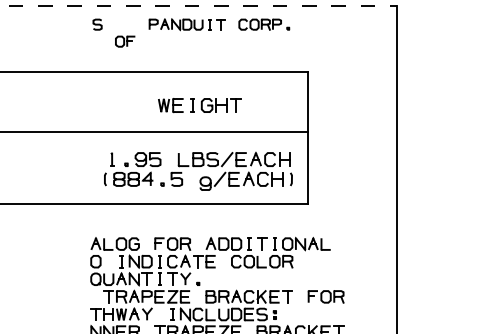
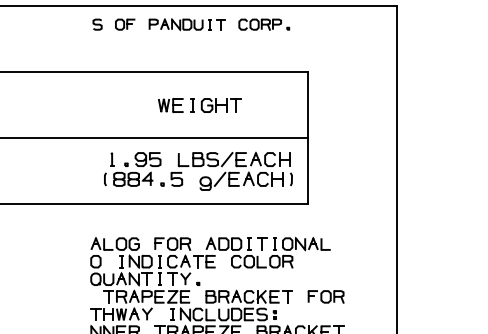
line at (199, 5): dashed -> solid
part at (125, 41) position: (125, 41) -> (125, 24)
line at (154, 131) position: (154, 131) -> (154, 137)
